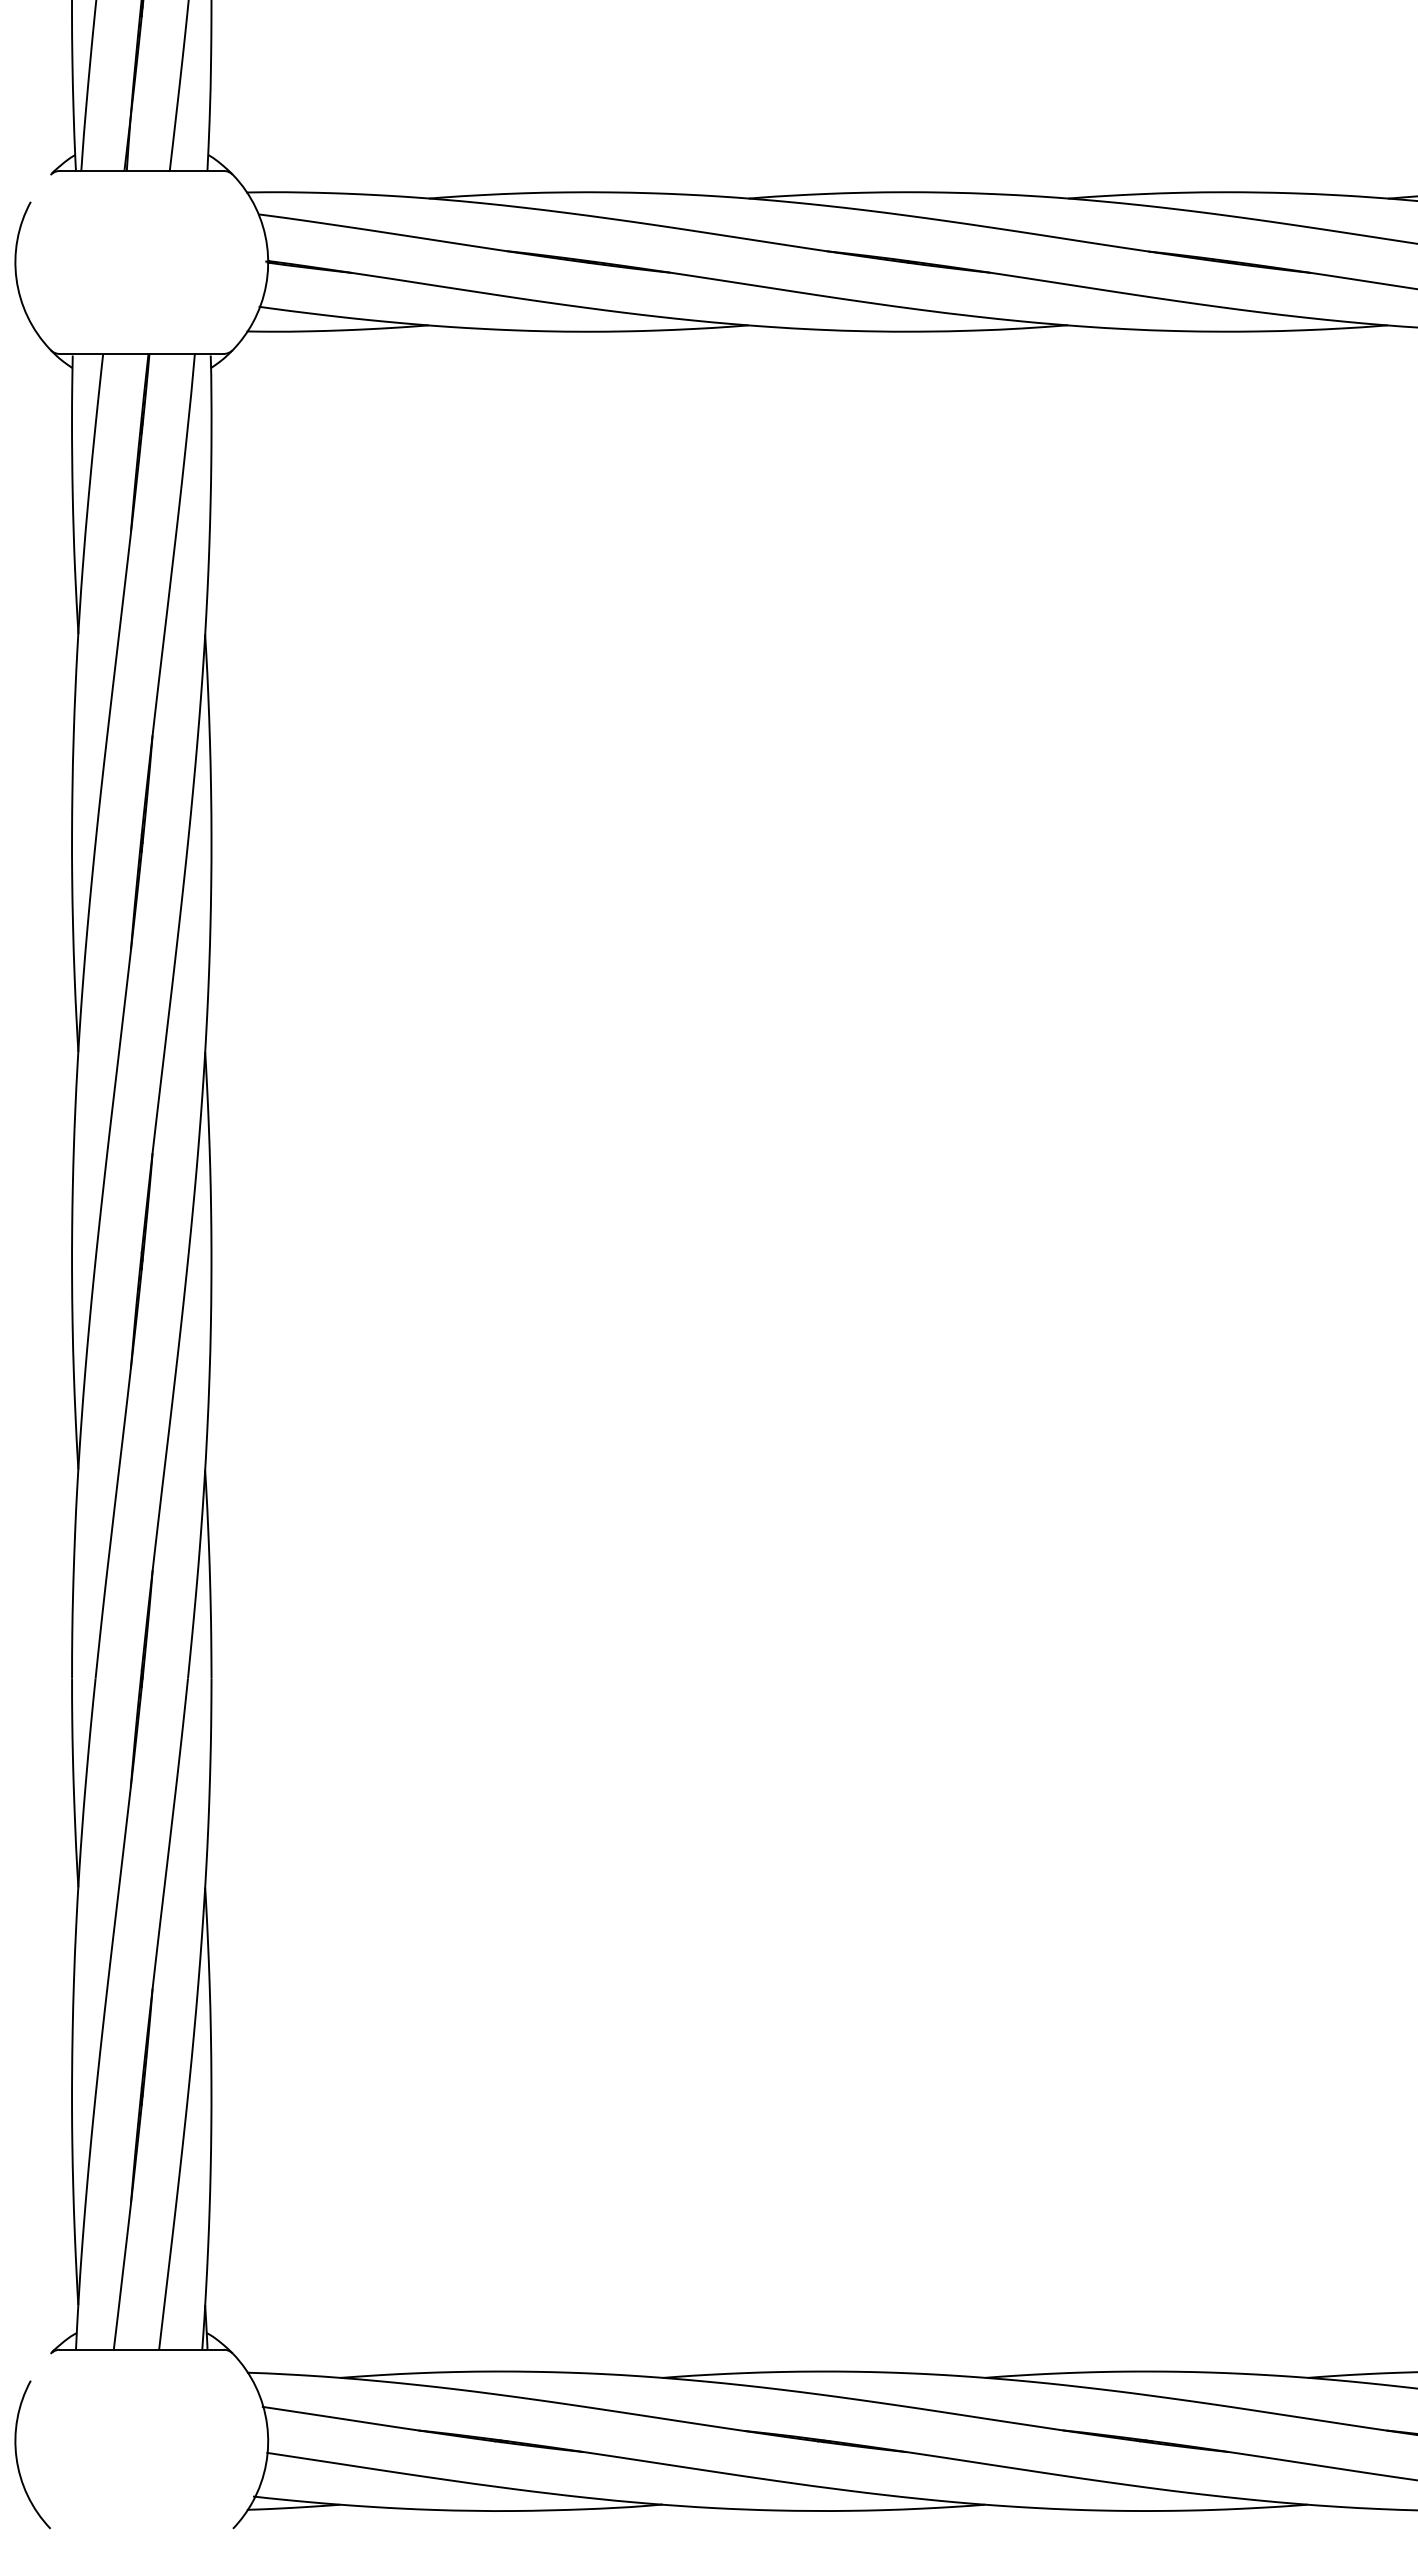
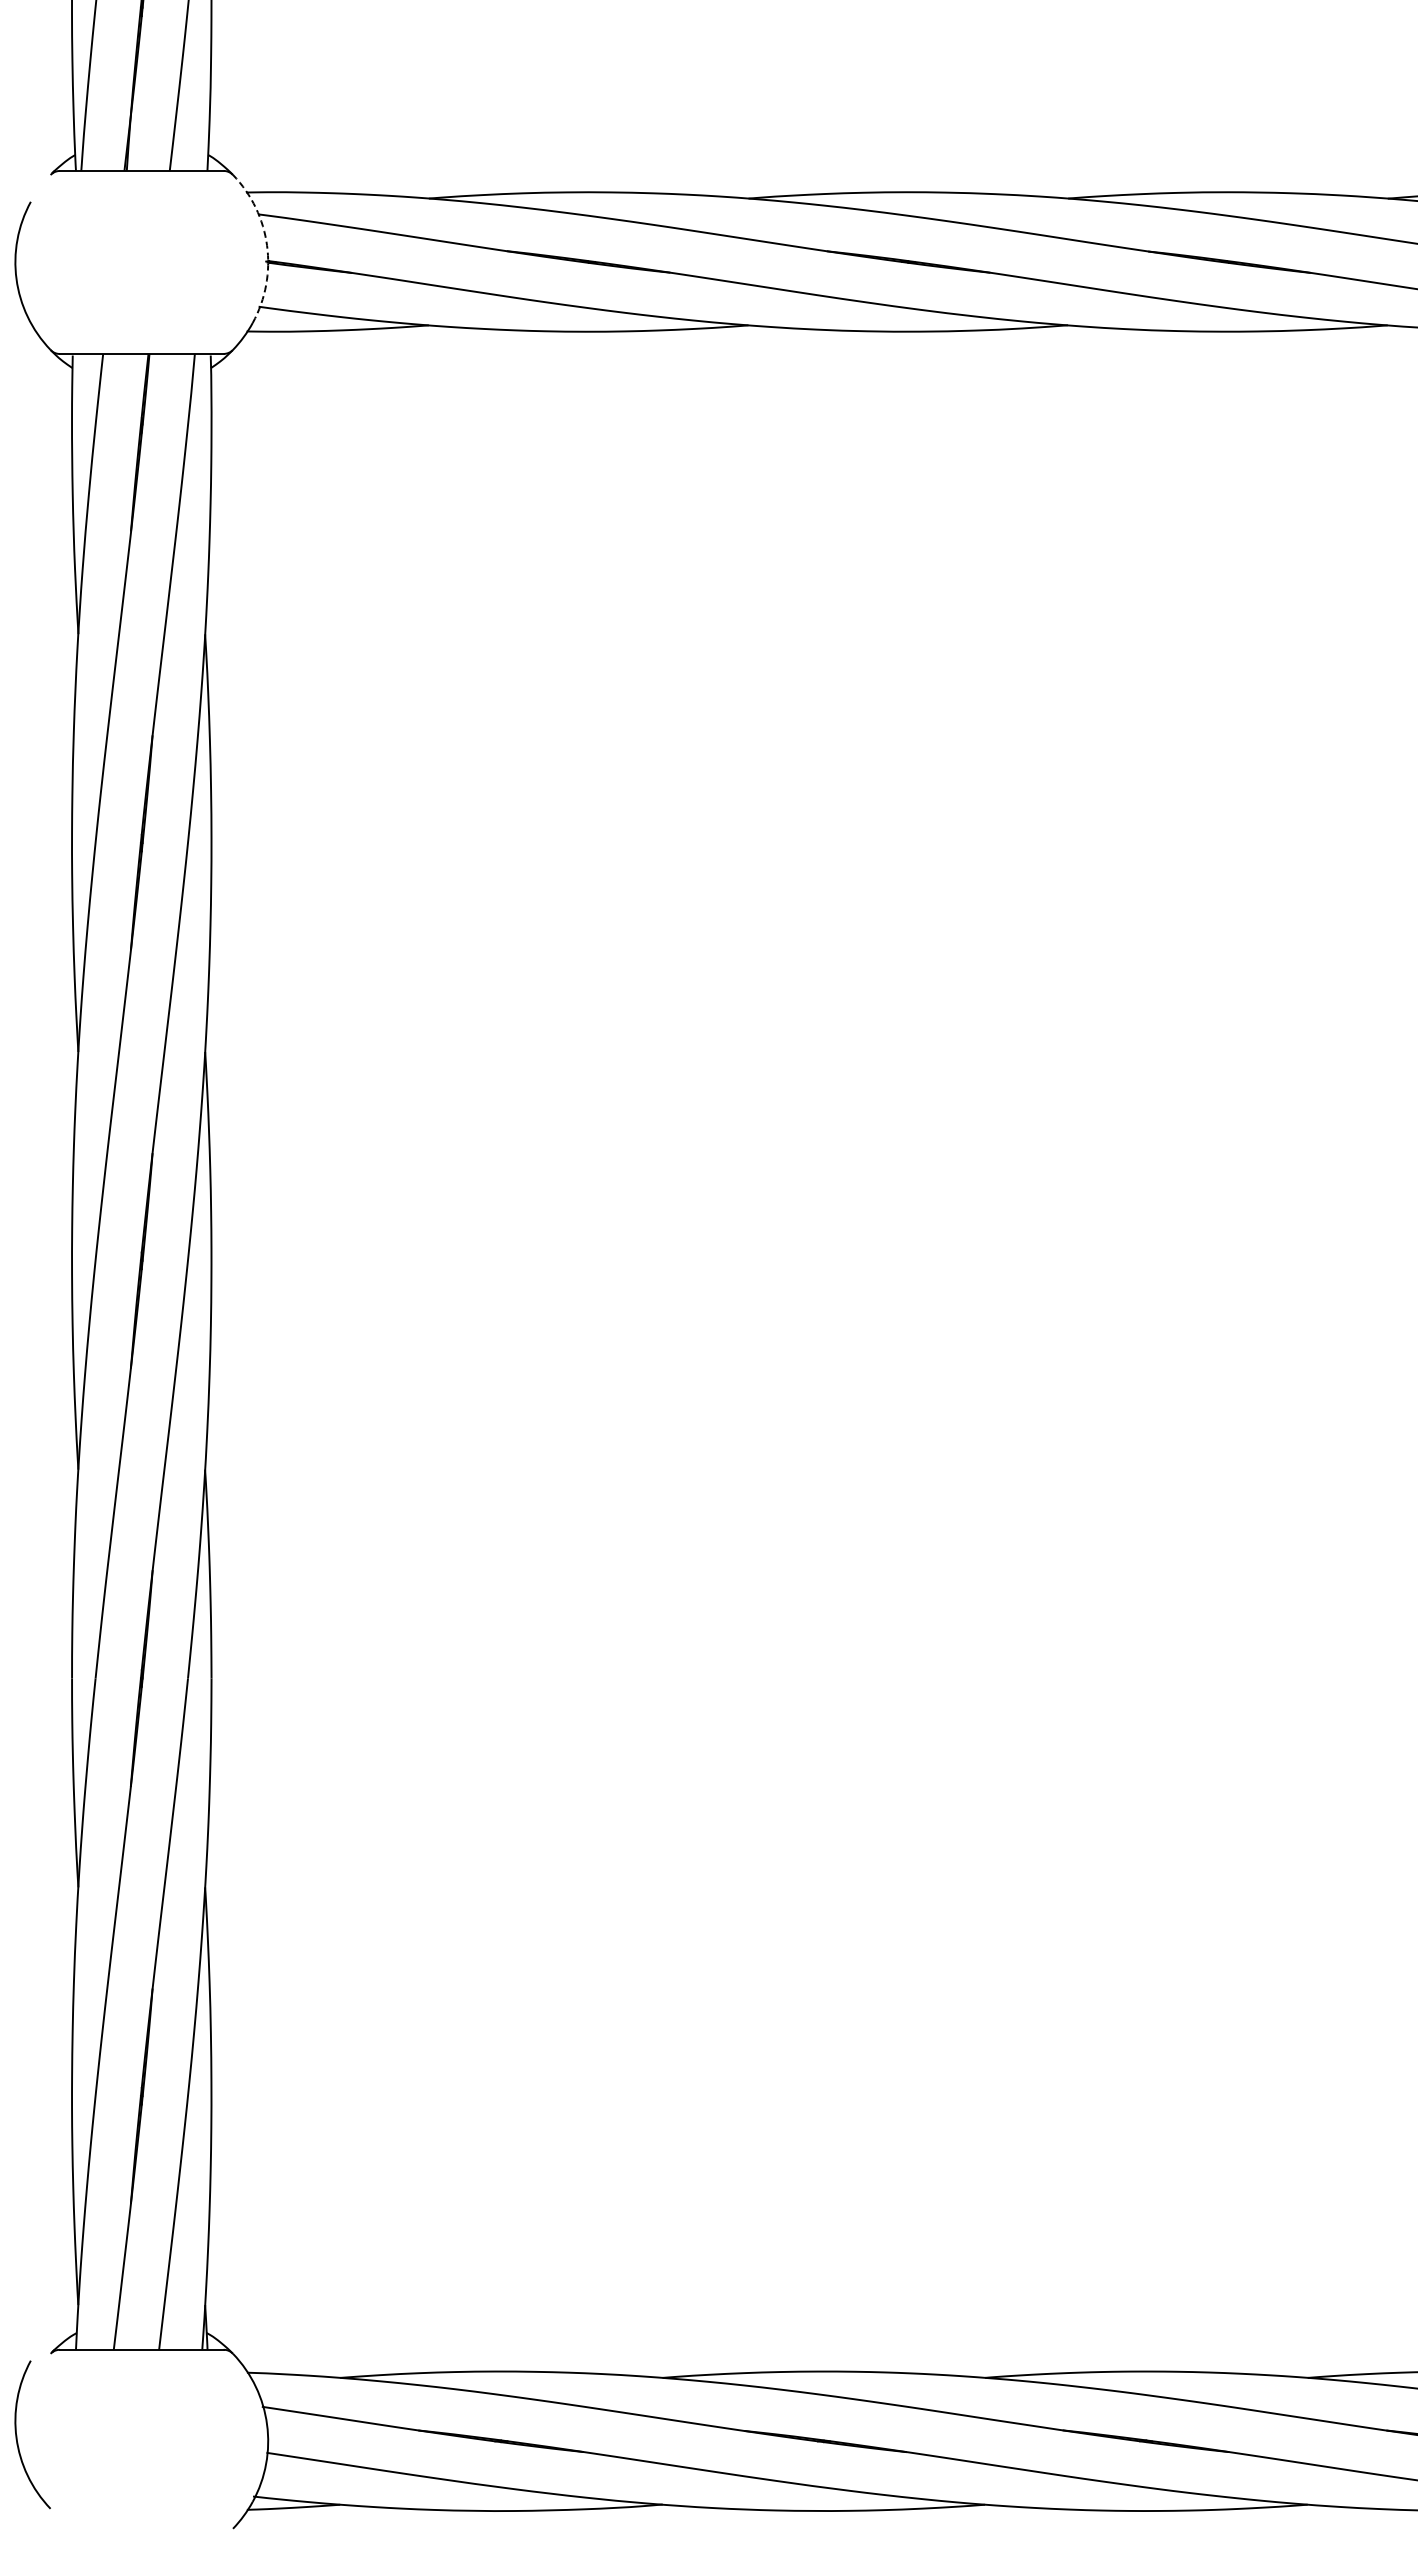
arc at (267, 245): solid -> dashed
arc at (17, 2455) position: (17, 2455) -> (17, 2435)
